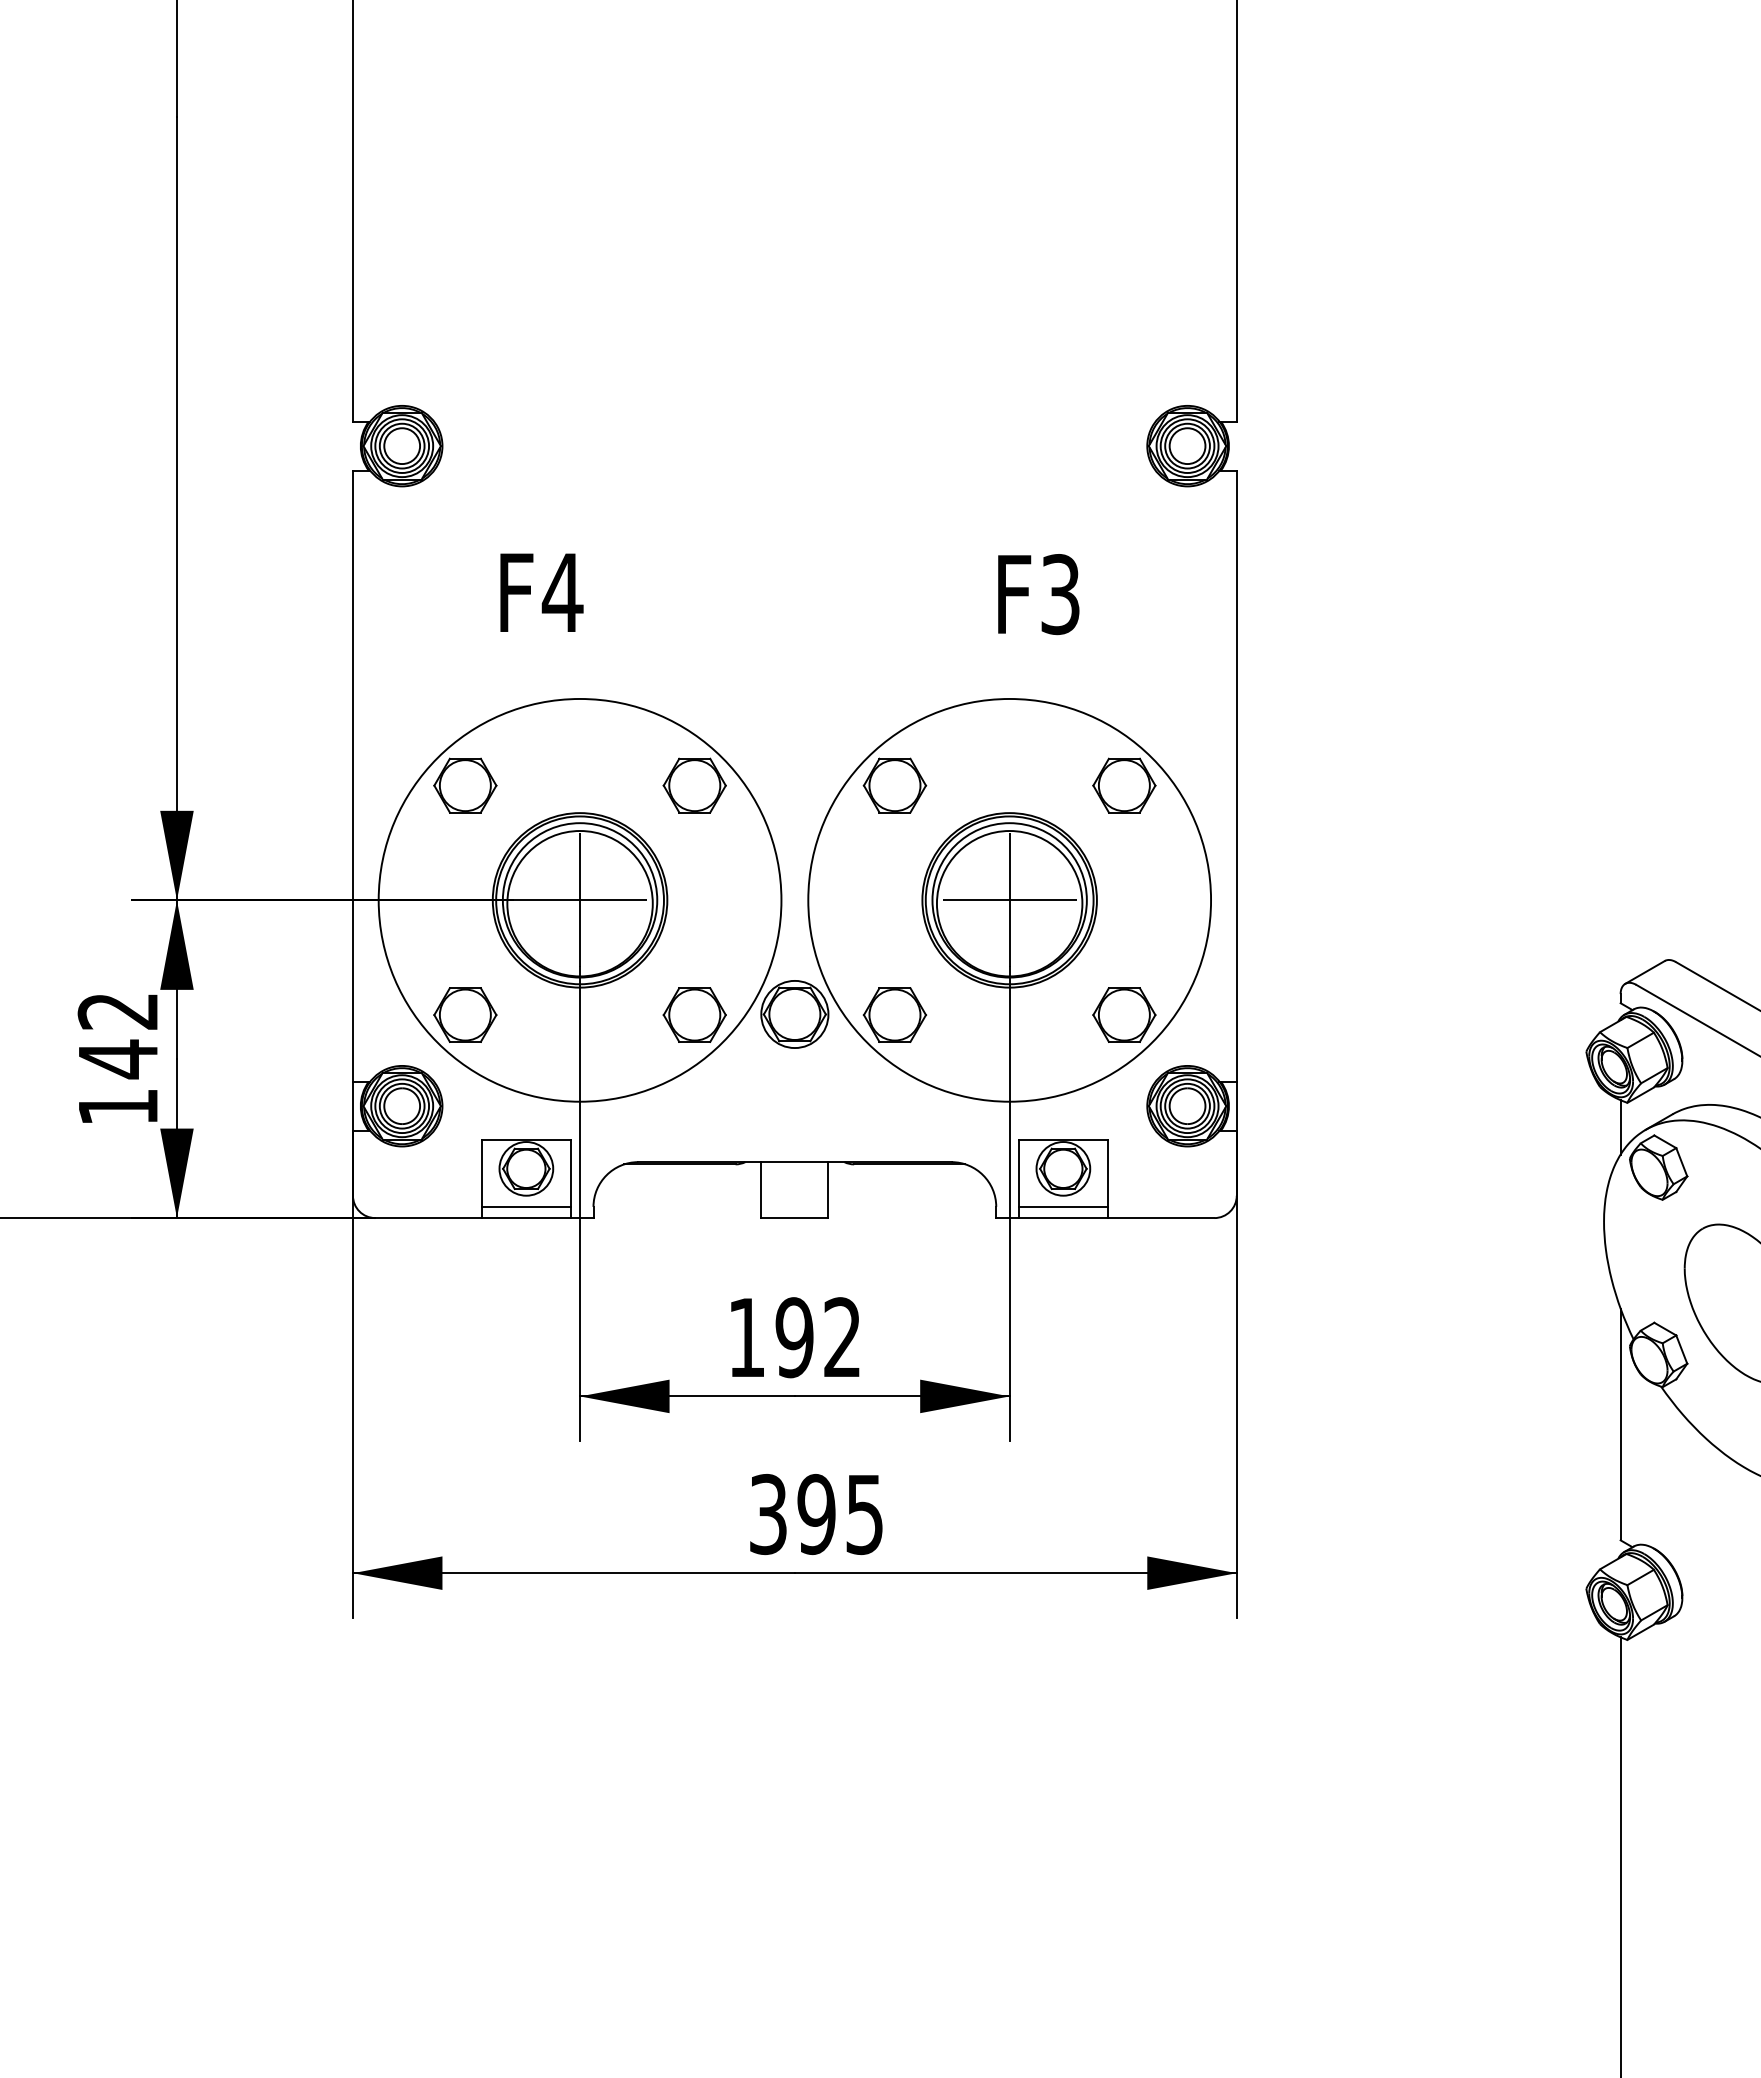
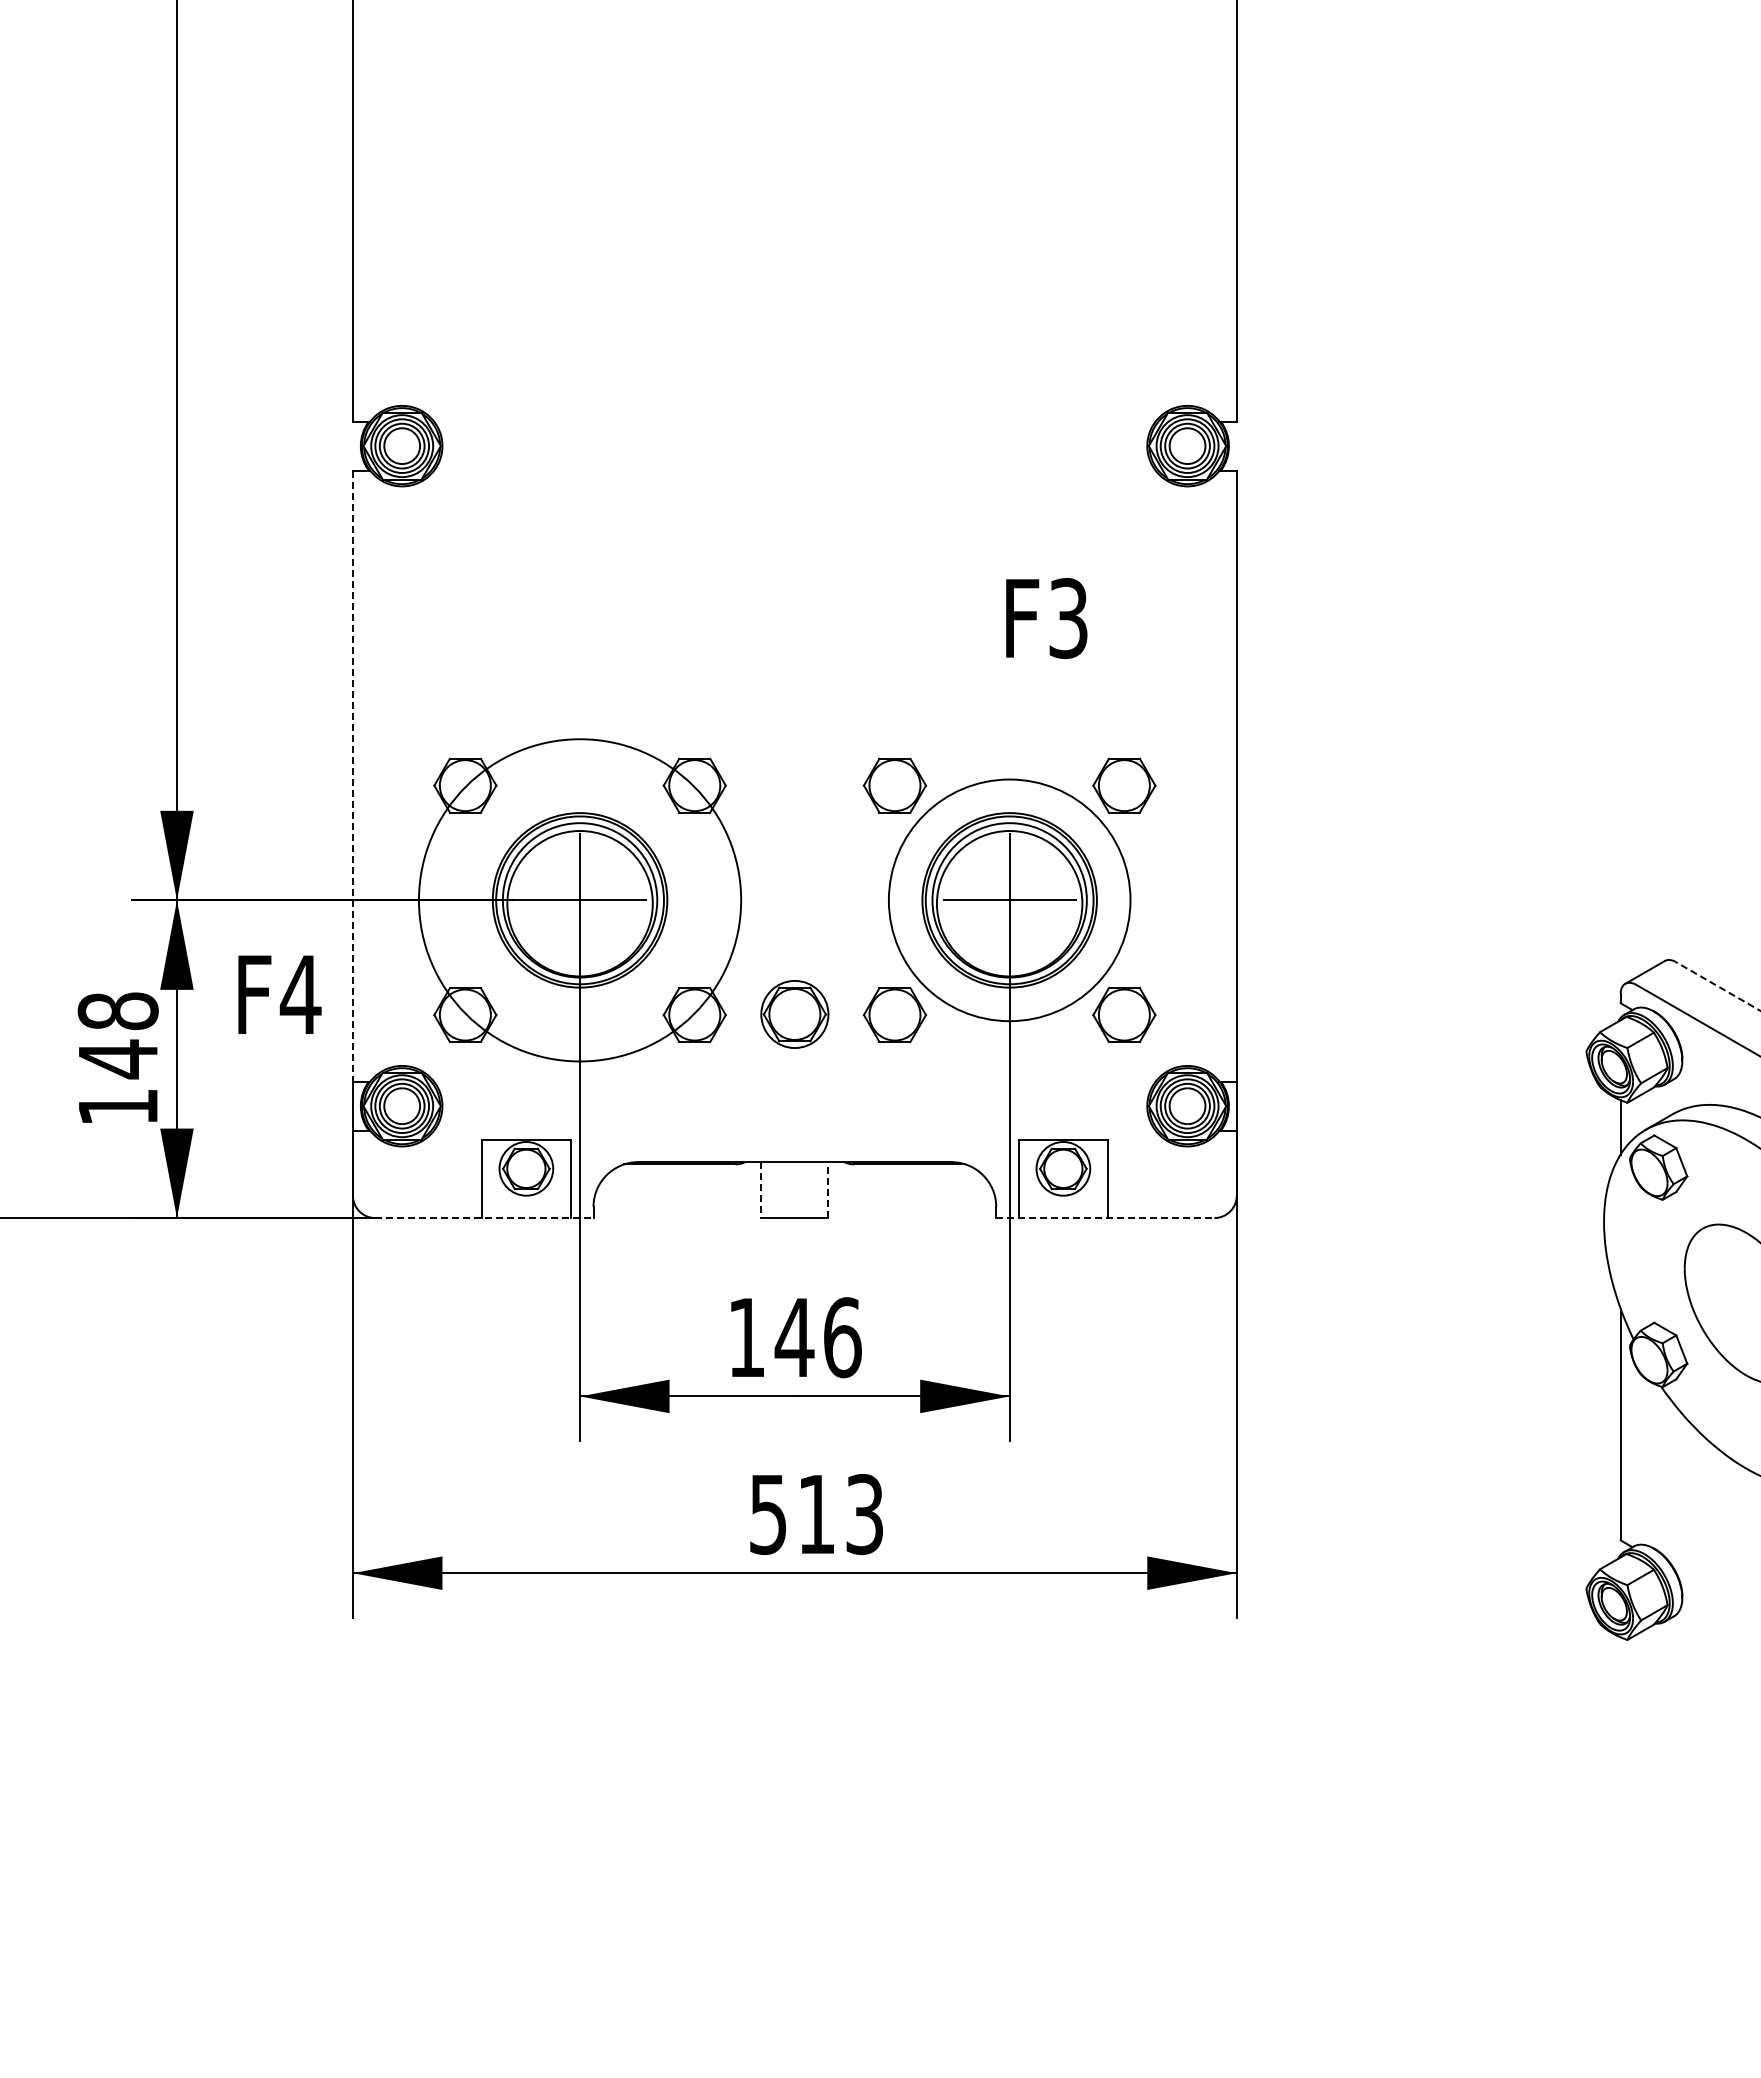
text at (541, 592) position: (541, 592) -> (279, 994)
text at (1038, 594) position: (1038, 594) -> (1046, 618)
line at (352, 776): solid -> dashed
circle at (579, 899) diameter: 403 px -> 322 px
circle at (1009, 899) diameter: 403 px -> 242 px
line at (1718, 986): solid -> dashed
text at (117, 1011): 142 -> 148
line at (761, 1190): solid -> dashed
line at (828, 1190): solid -> dashed
line at (526, 1206): present -> none
line at (1063, 1206): present -> none
line at (484, 1218): solid -> dashed
line at (1105, 1218): solid -> dashed
text at (817, 1337): 192 -> 146
text at (816, 1514): 395 -> 513
line at (1620, 1855): present -> none
